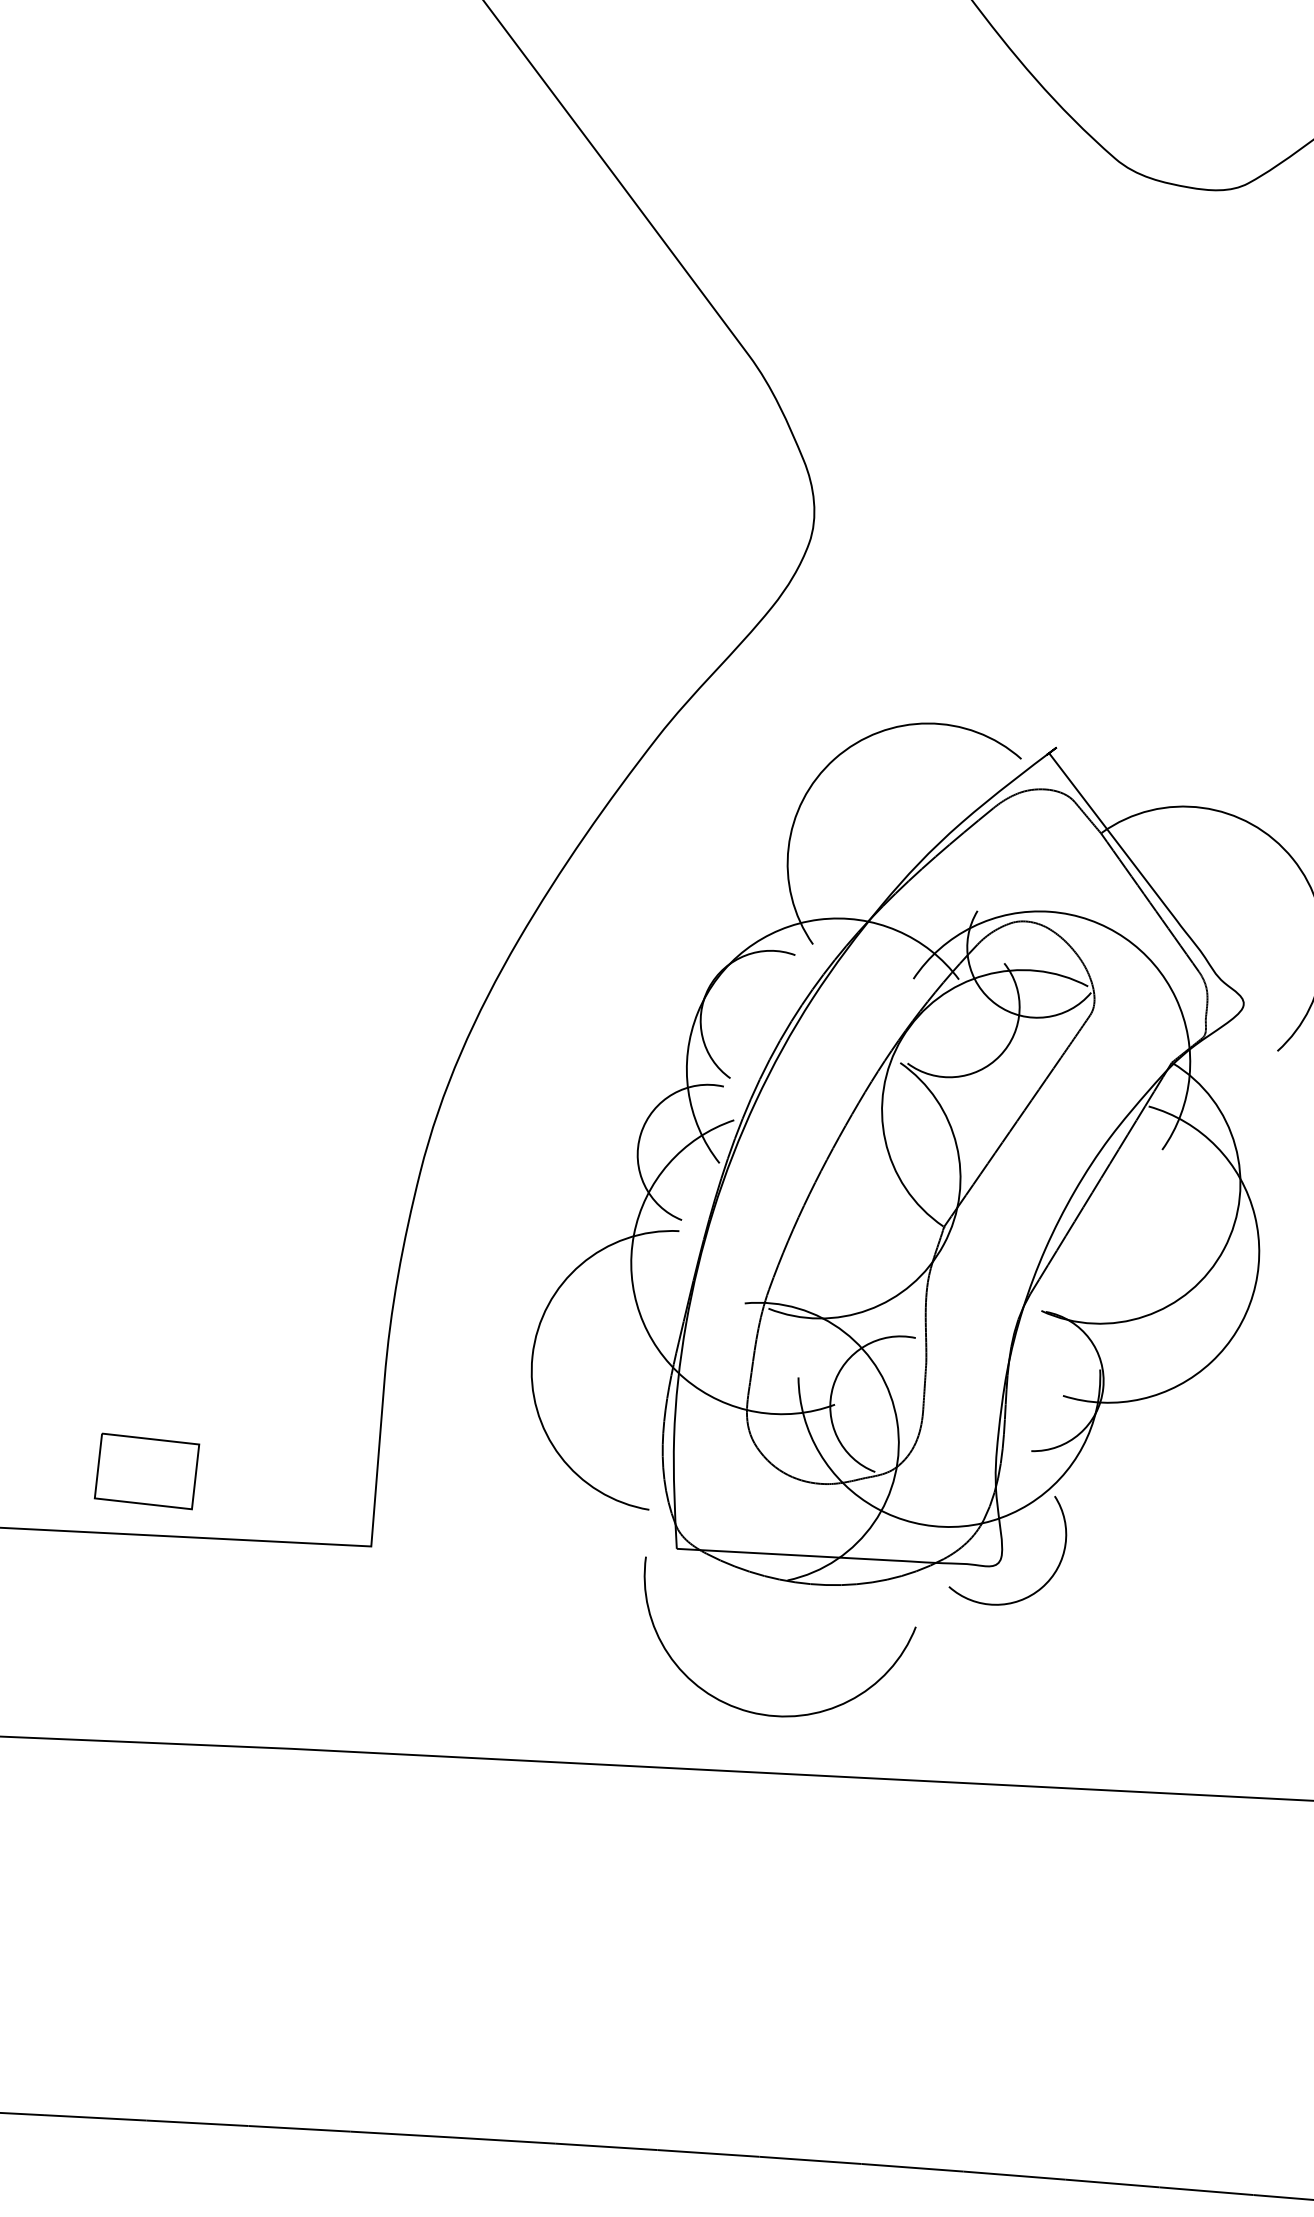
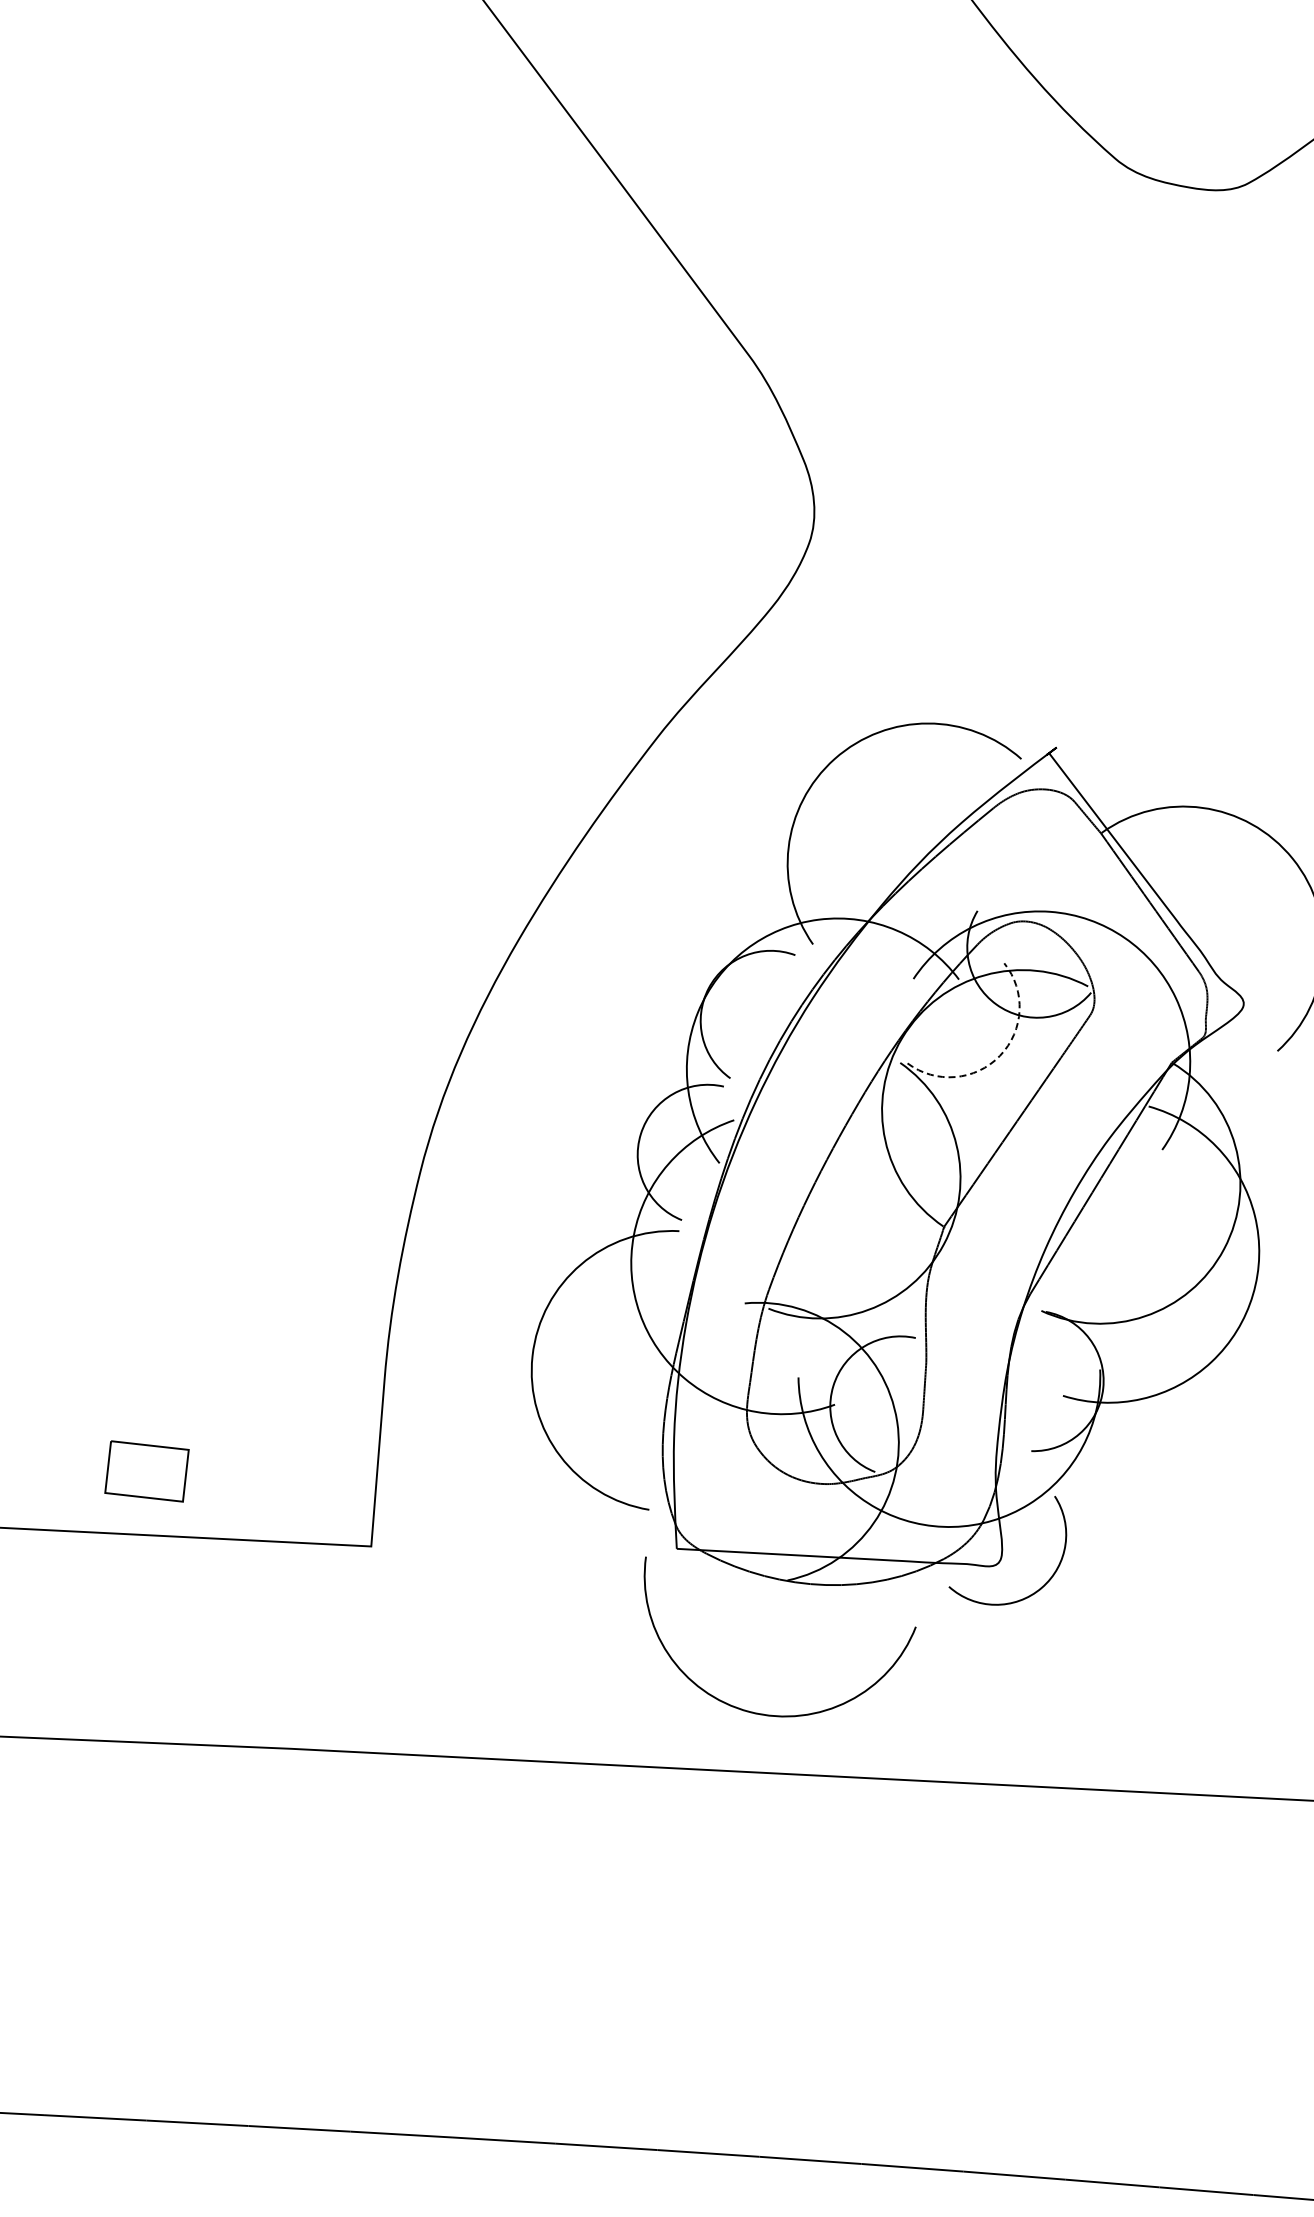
arc at (999, 1055): solid -> dashed
part at (146, 1471) size: 108x79 px -> 86x63 px
